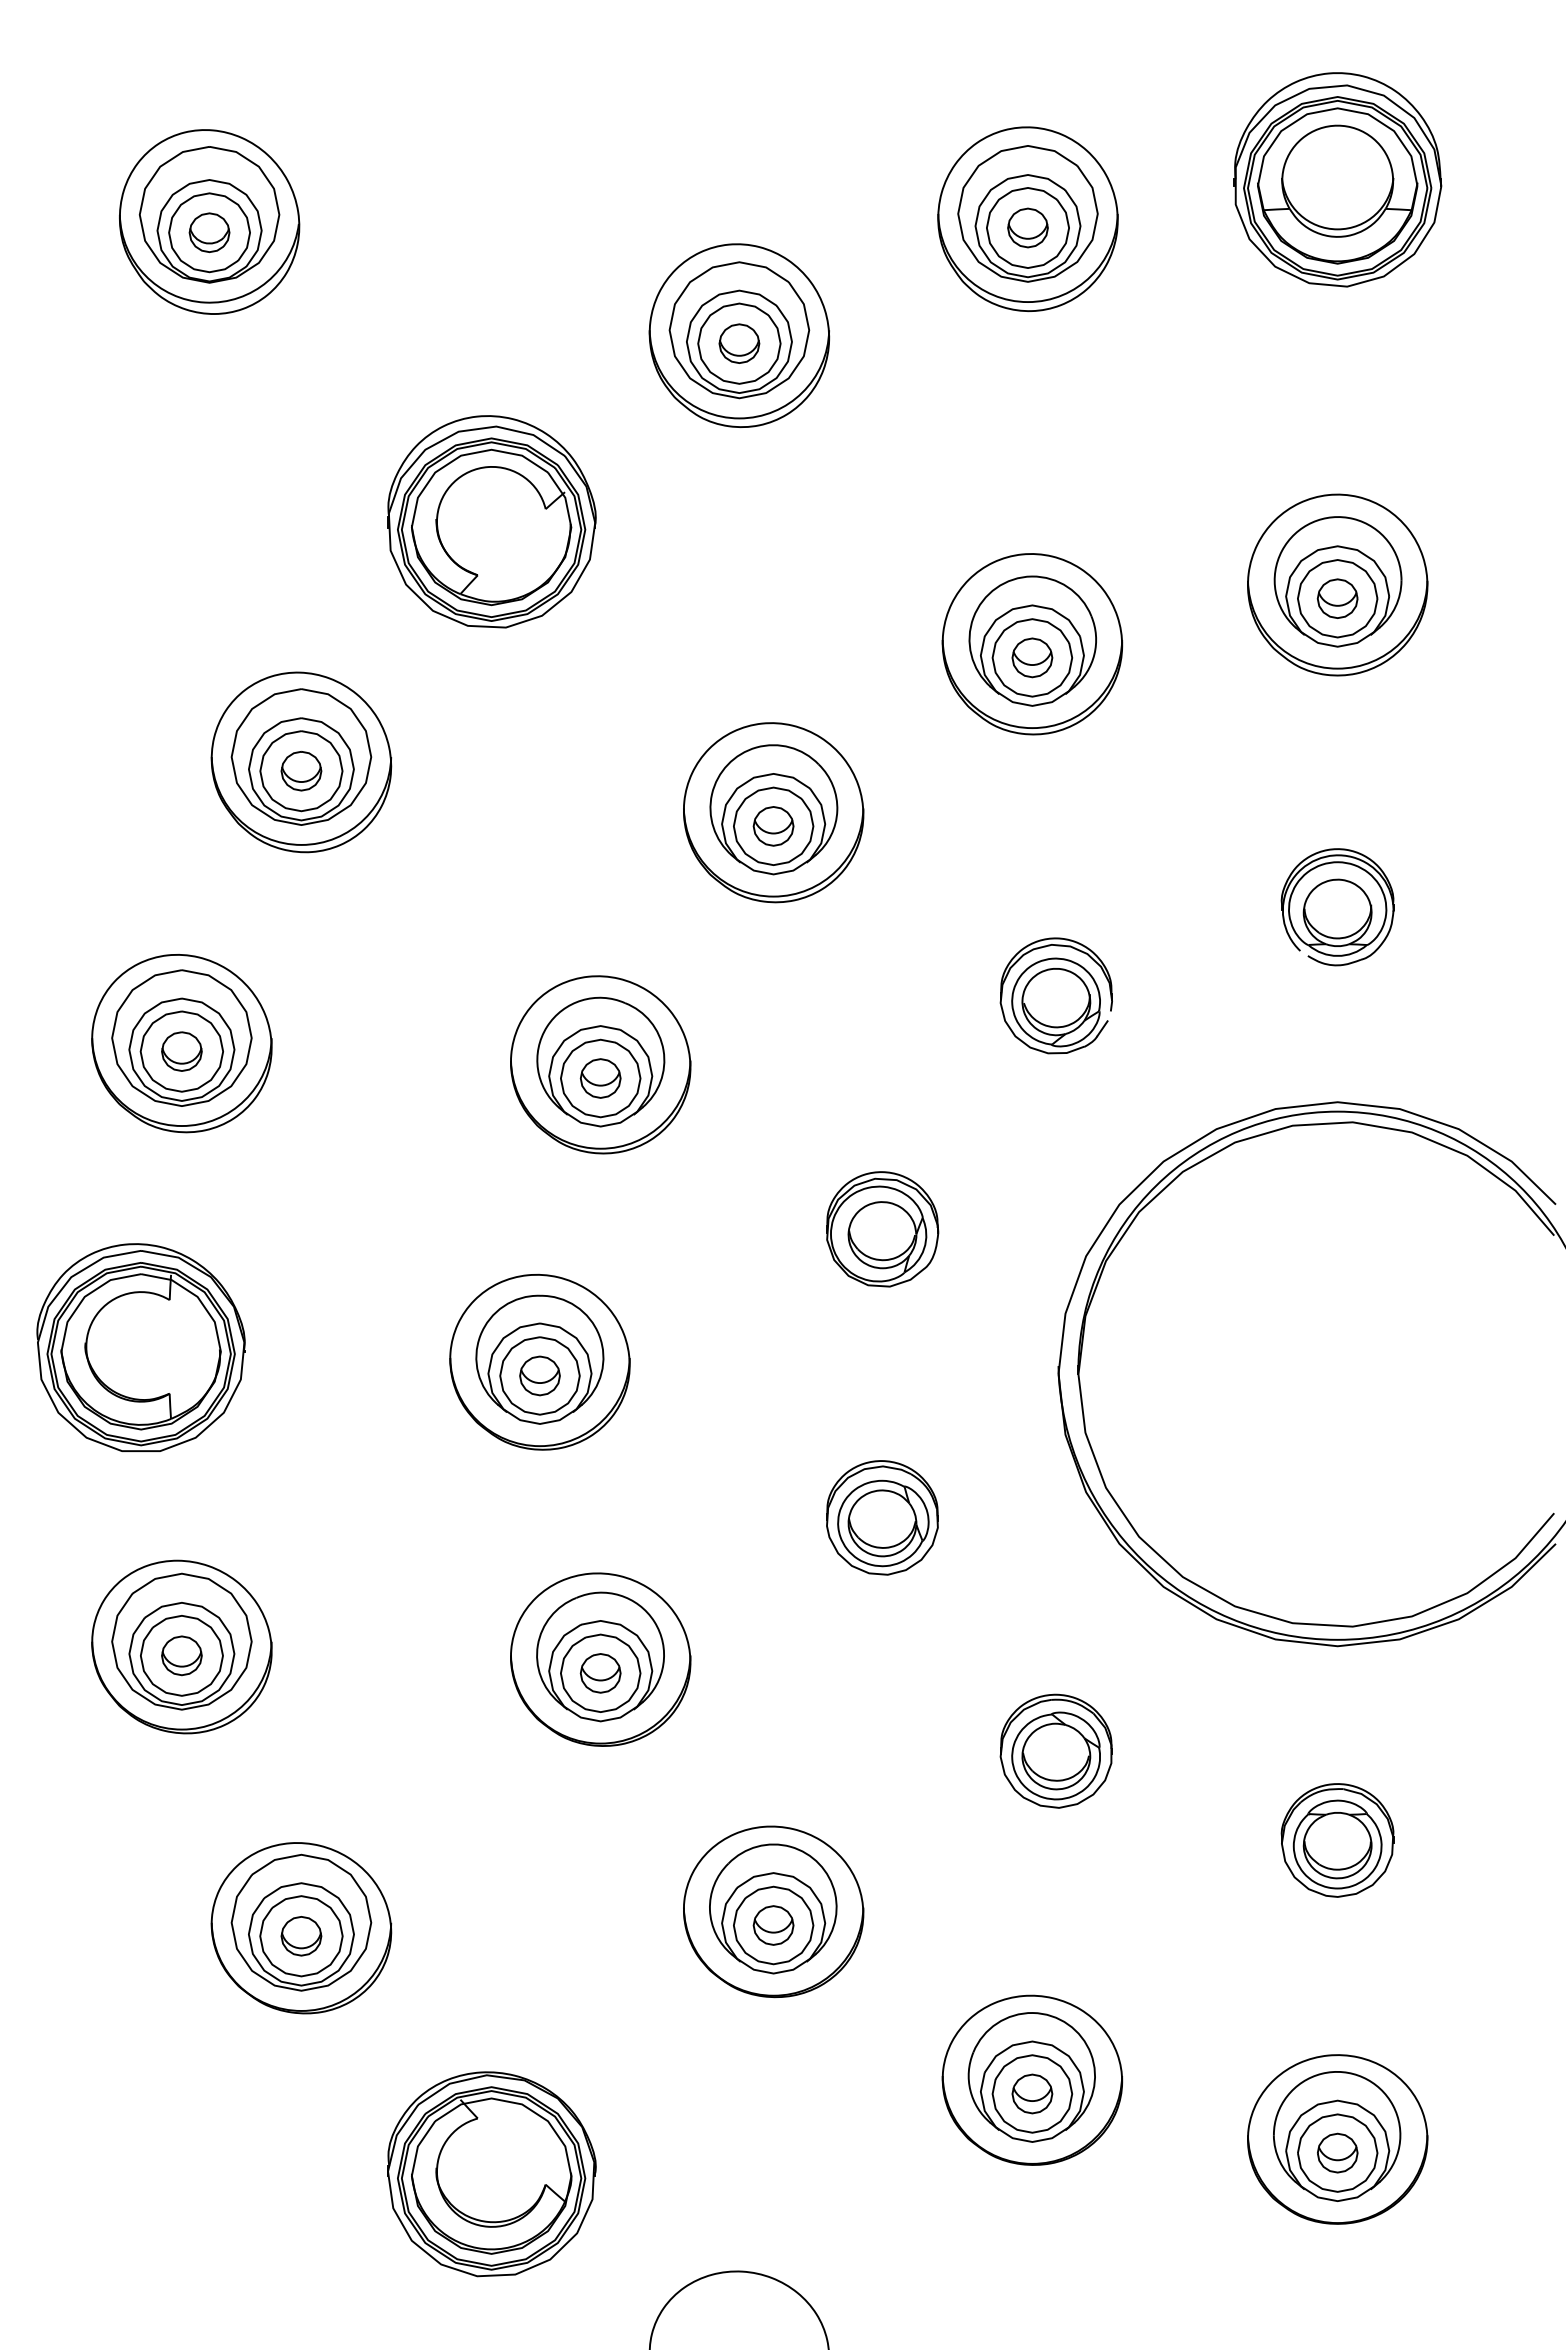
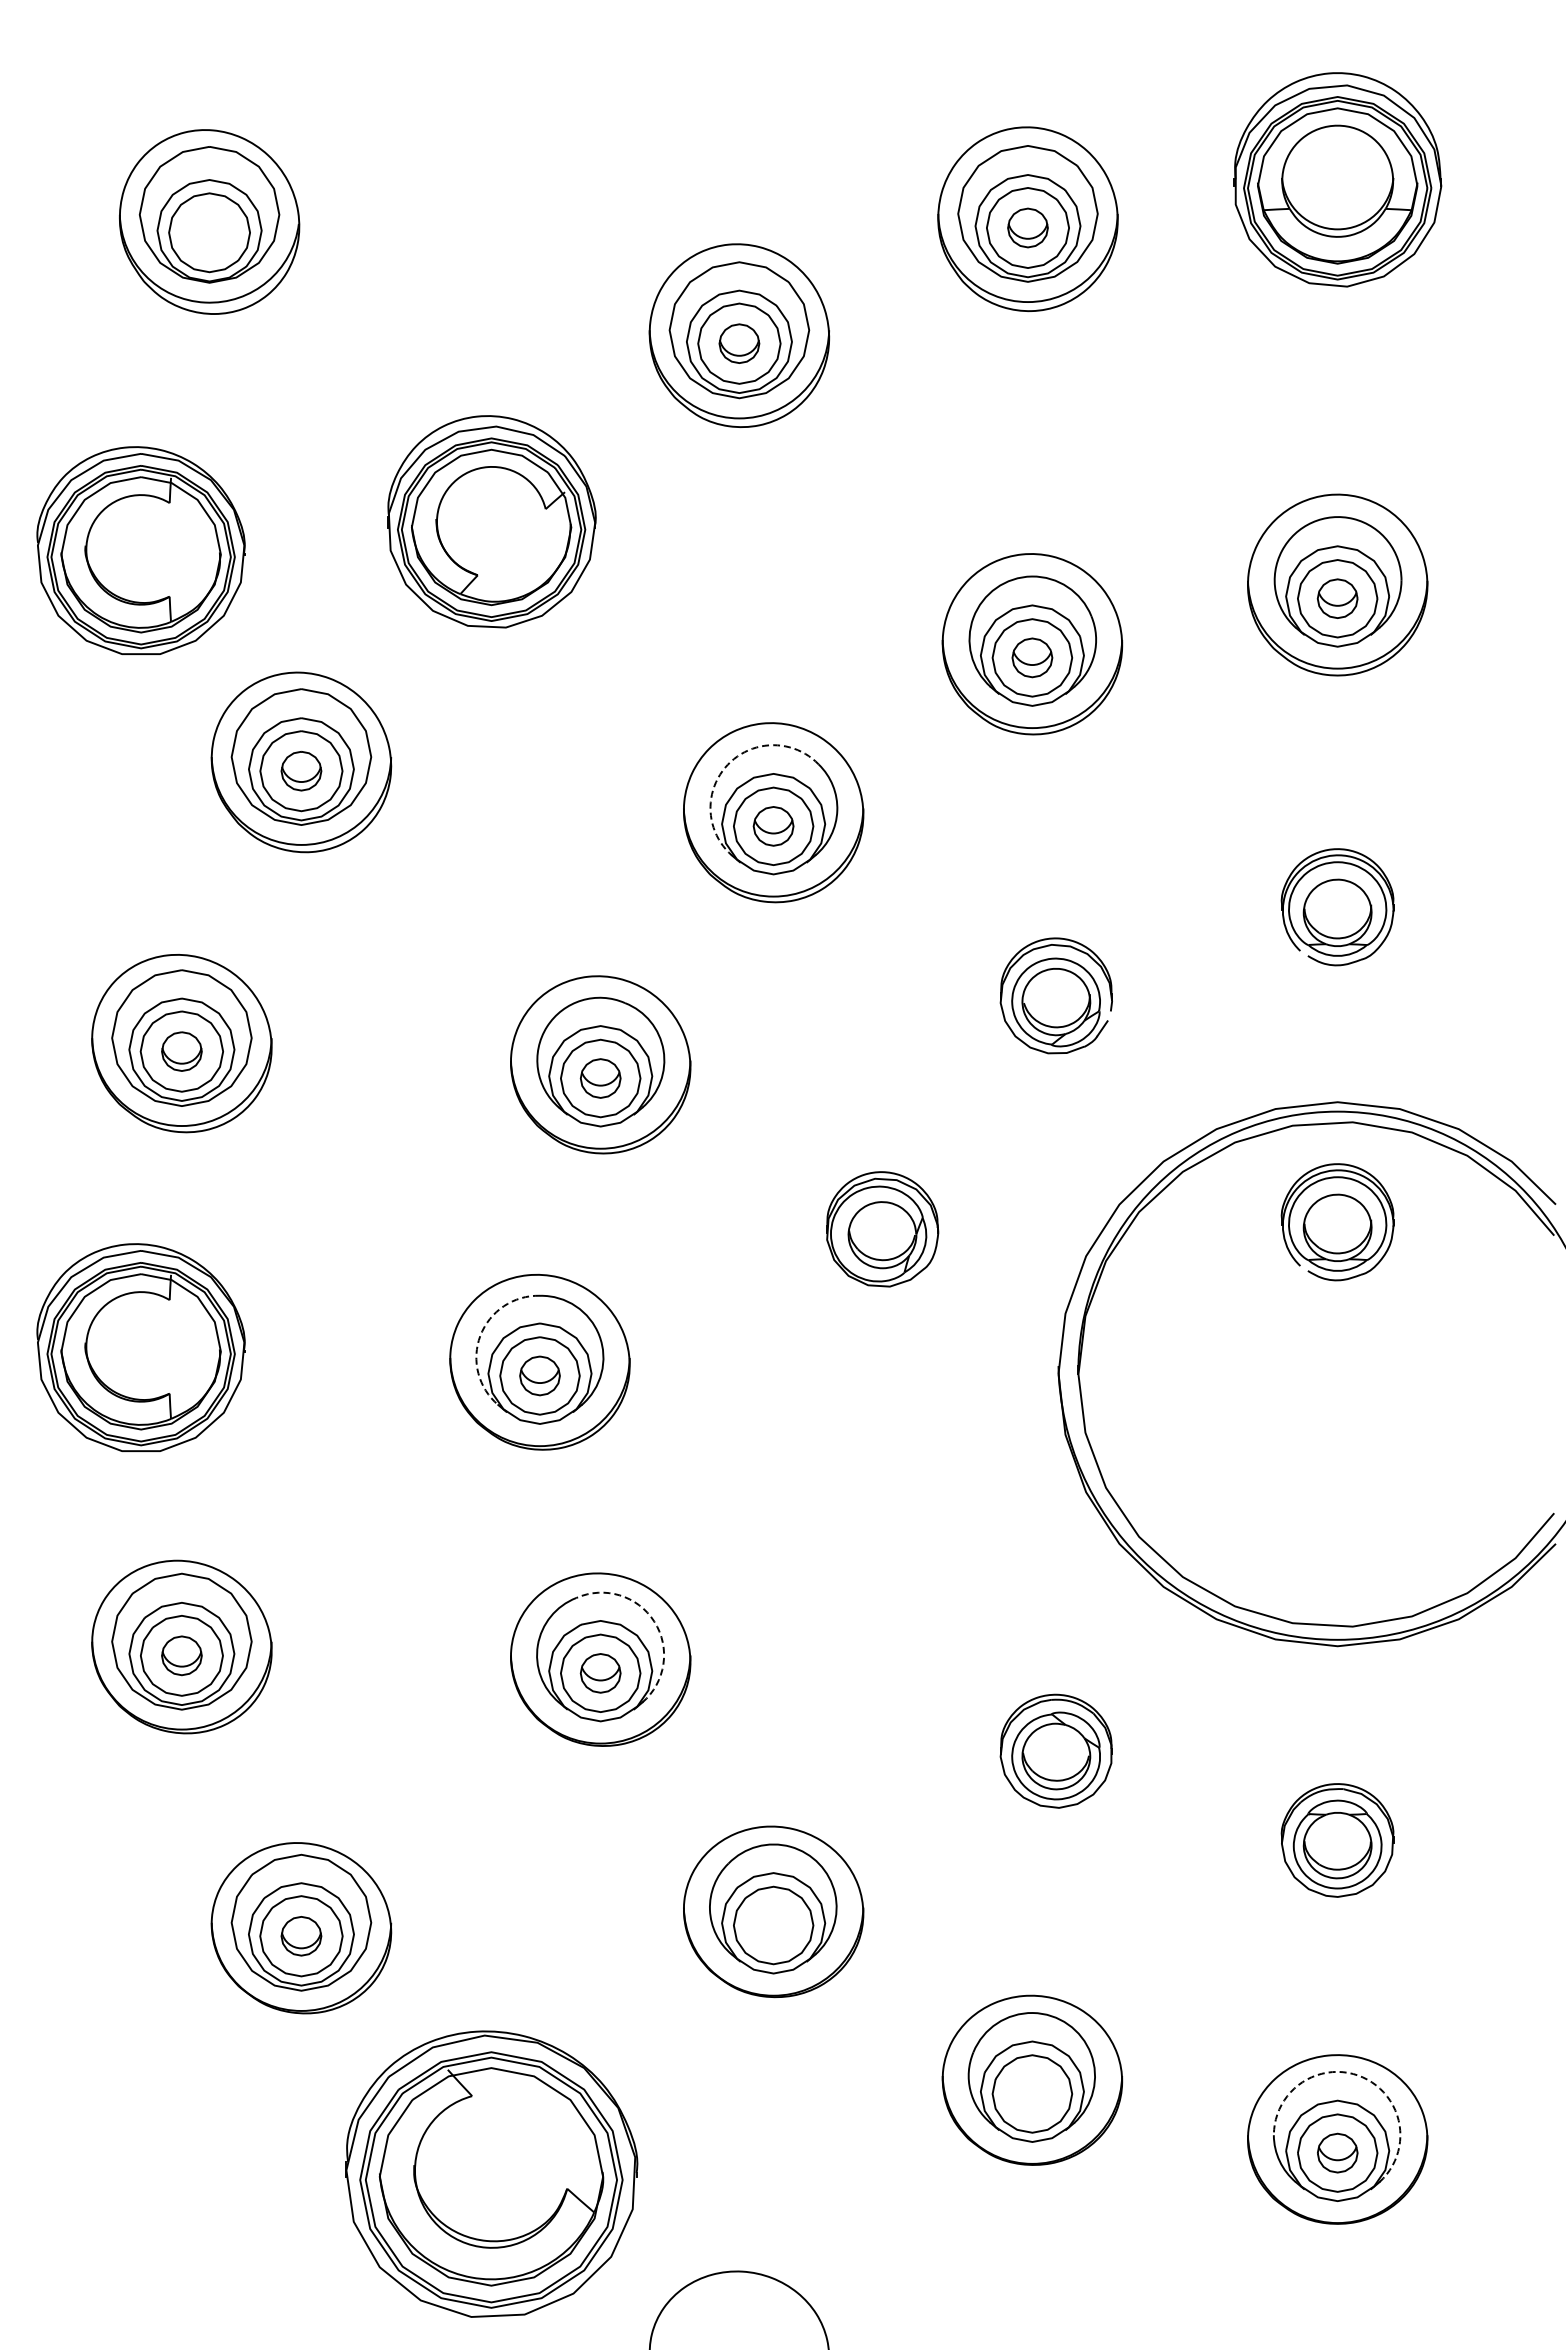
part at (209, 232): present -> none
part at (140, 550): none -> present
arc at (727, 764): solid -> dashed
part at (1337, 1222): none -> present
arc at (480, 1335): solid -> dashed
part at (882, 1517): present -> none
arc at (654, 1621): solid -> dashed
part at (773, 1925): present -> none
arc at (1362, 2077): solid -> dashed
part at (1032, 2093): present -> none
part at (491, 2174) size: 210x207 px -> 294x288 px
